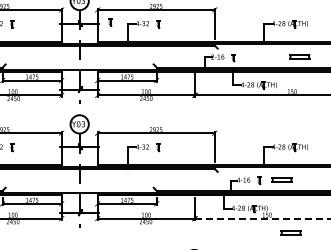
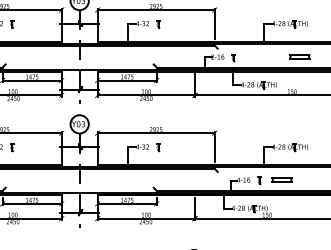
part at (110, 22): present -> none
line at (262, 218): dashed -> solid
part at (290, 232): present -> none
